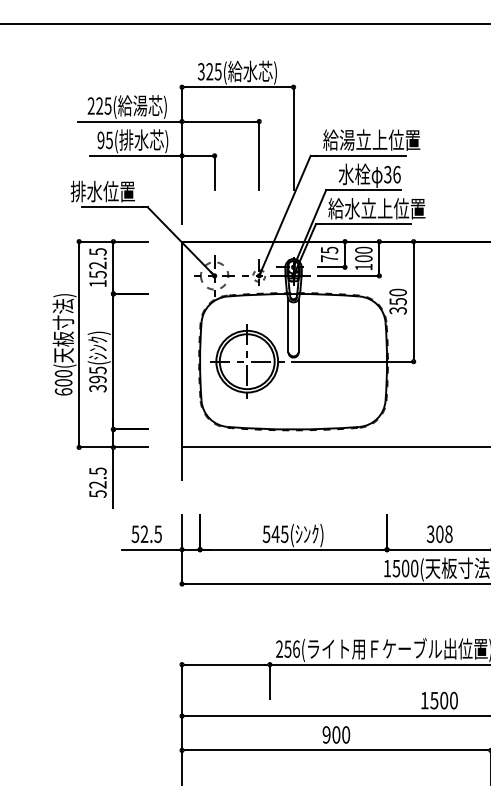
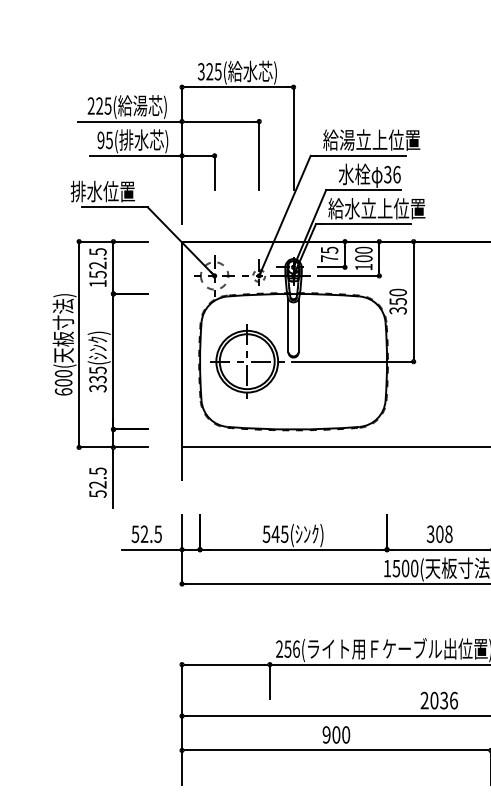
line at (244, 24): present -> none
text at (97, 379): 395( -> 335(
text at (438, 700): 1500 -> 2036
